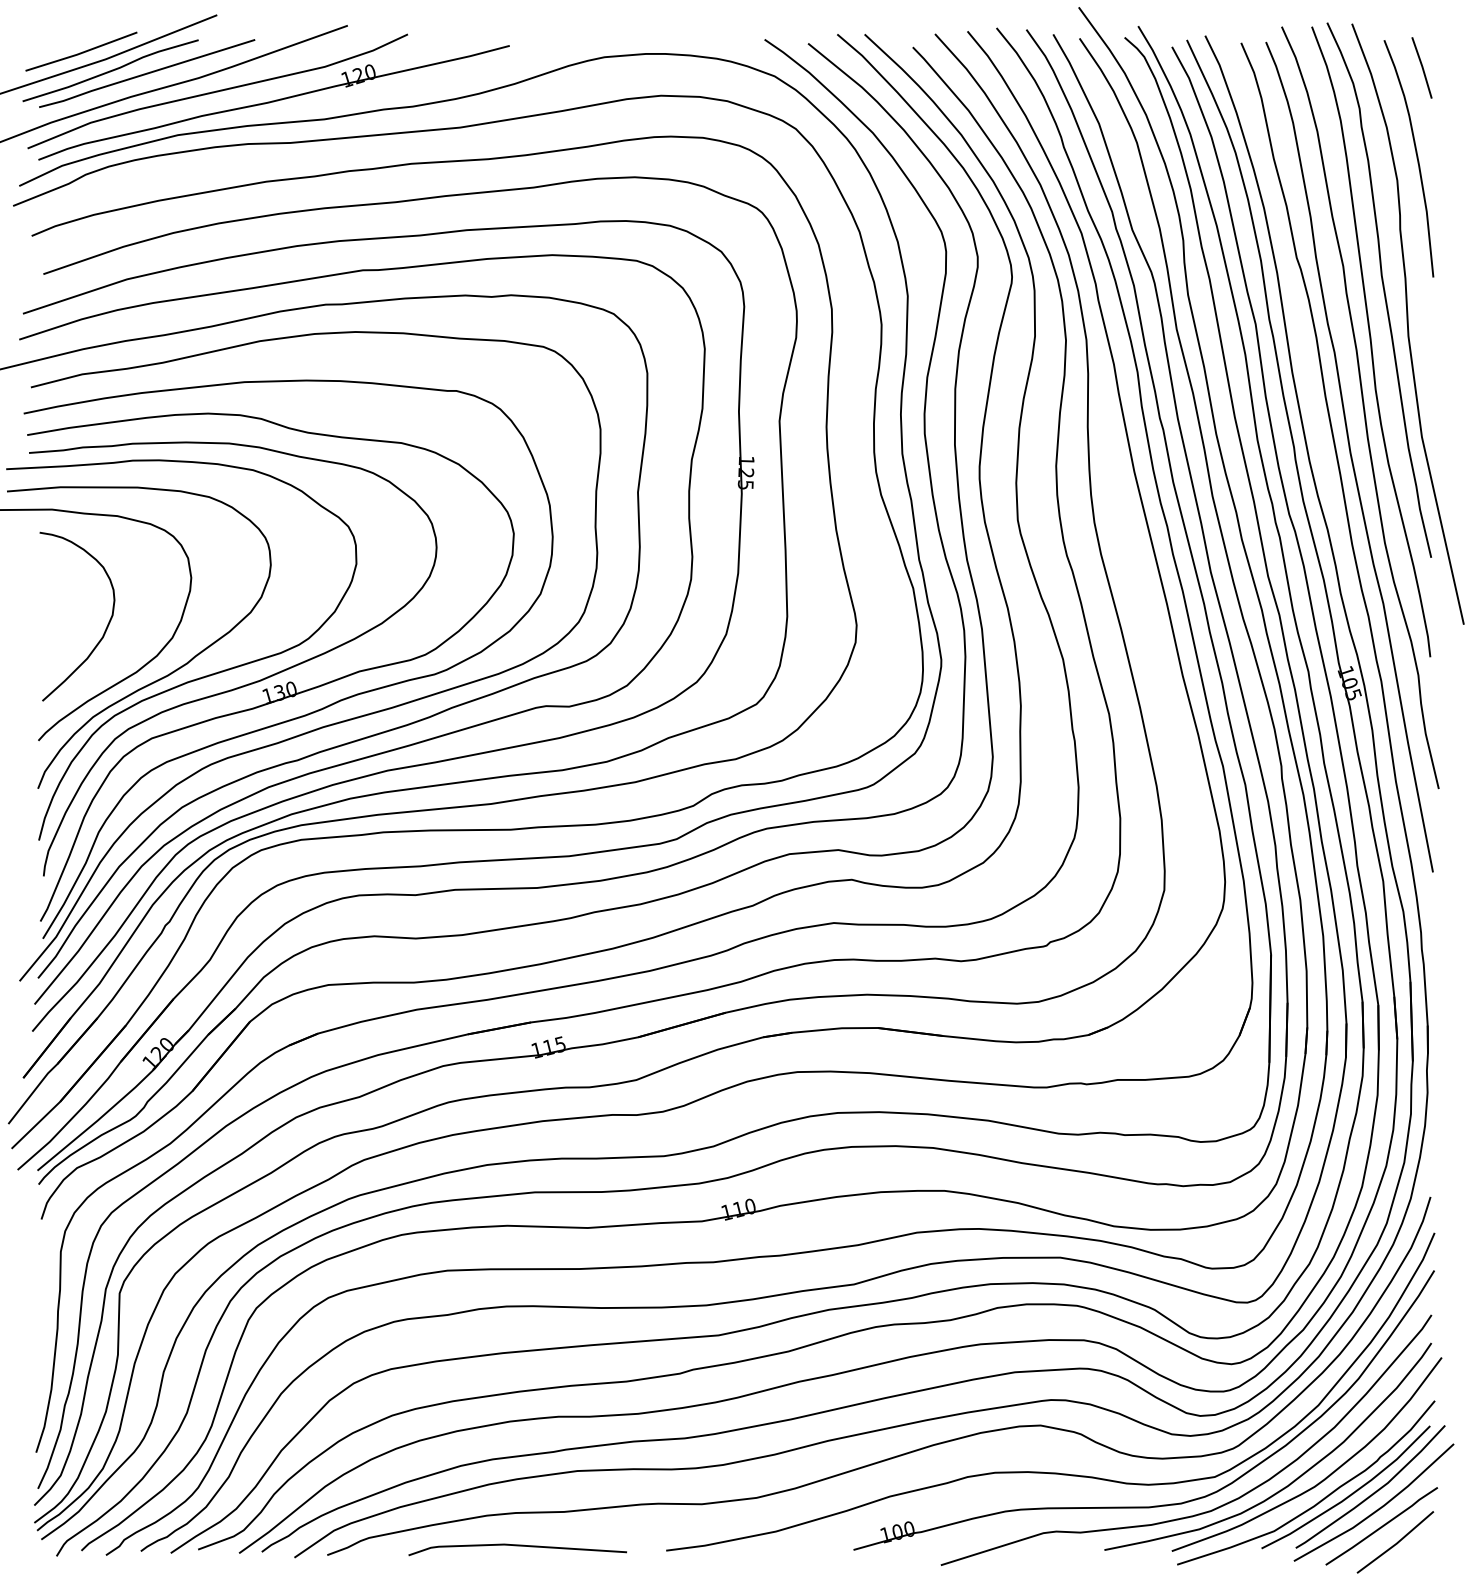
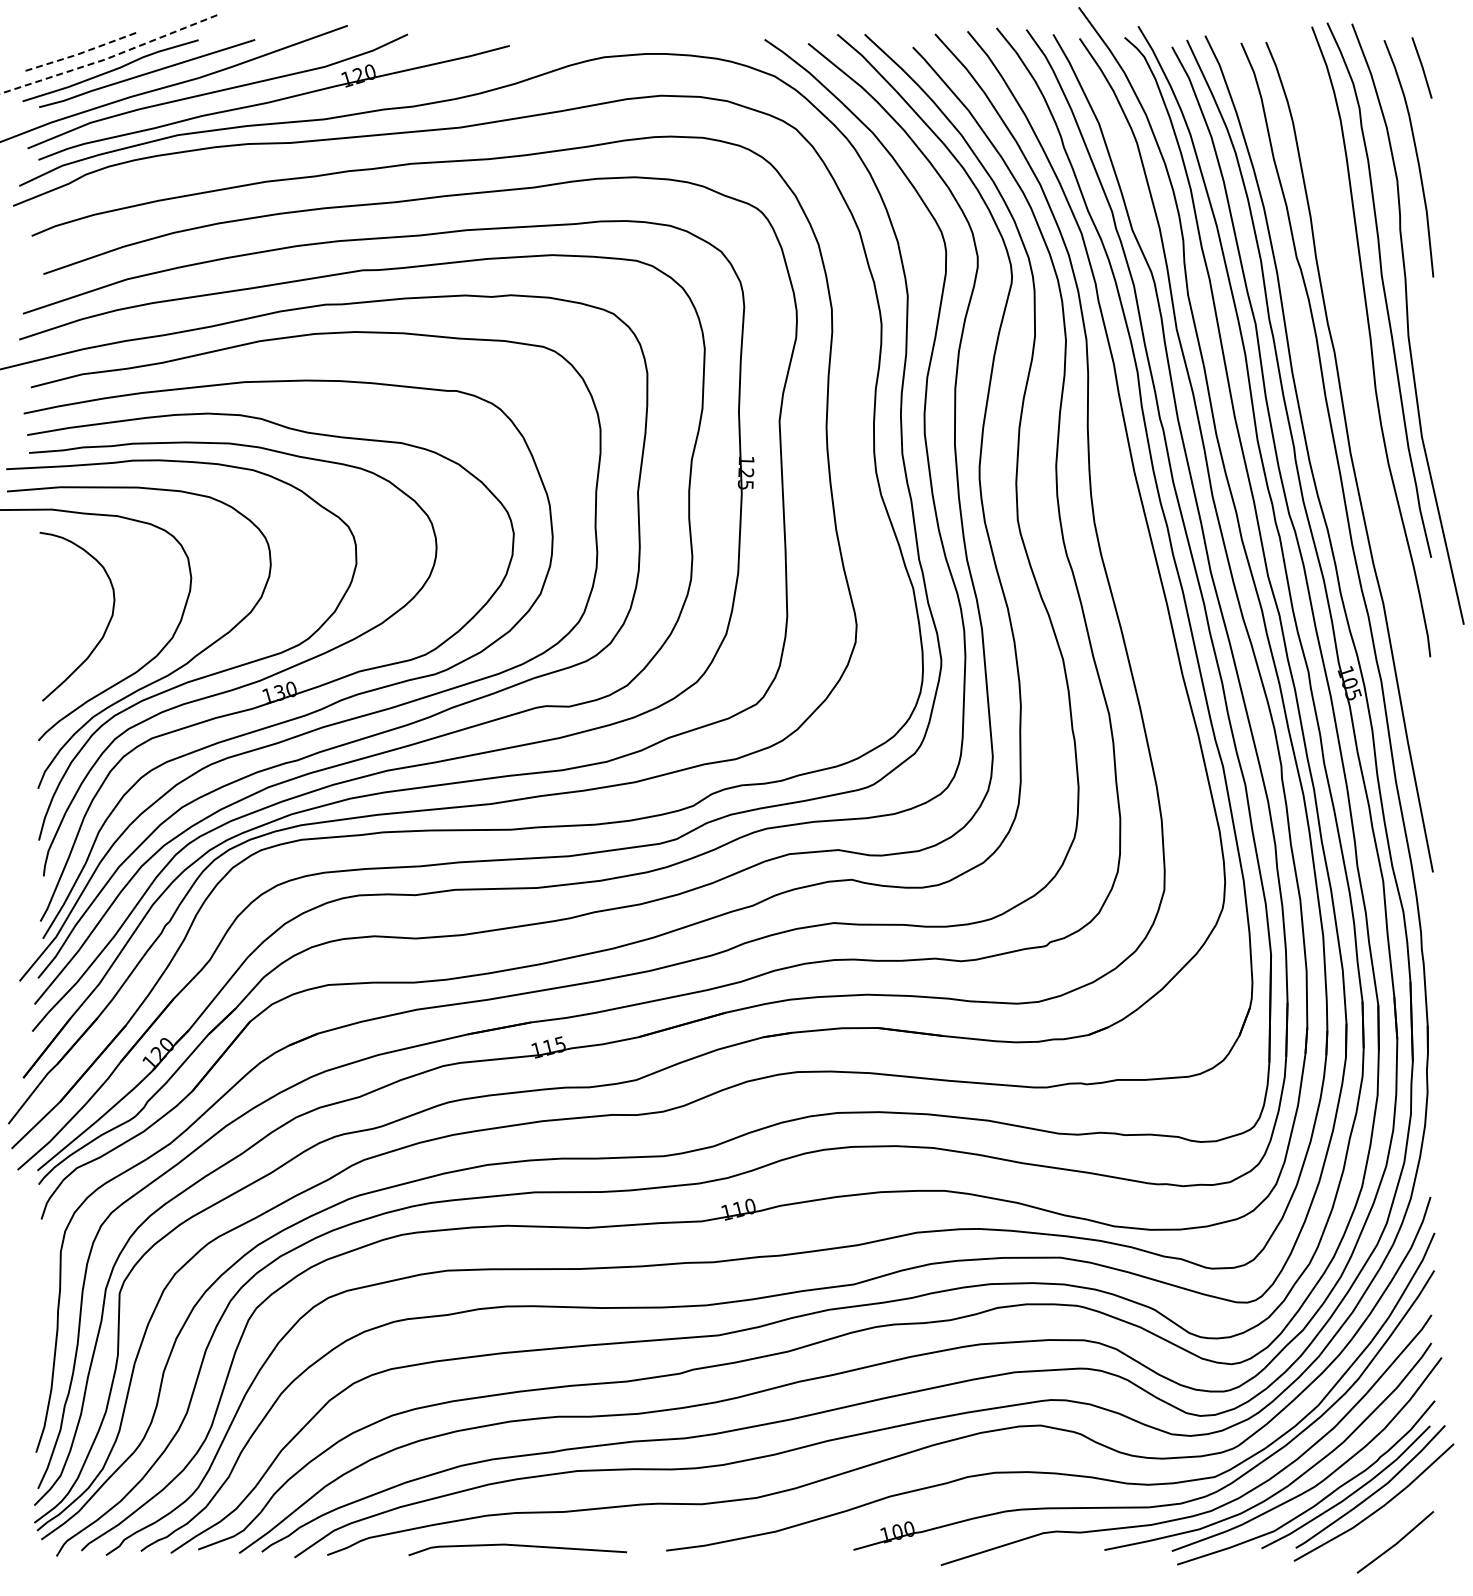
line at (81, 53): solid -> dashed
line at (109, 57): solid -> dashed
curve at (1362, 406): present -> none
line at (1381, 1526): present -> none
